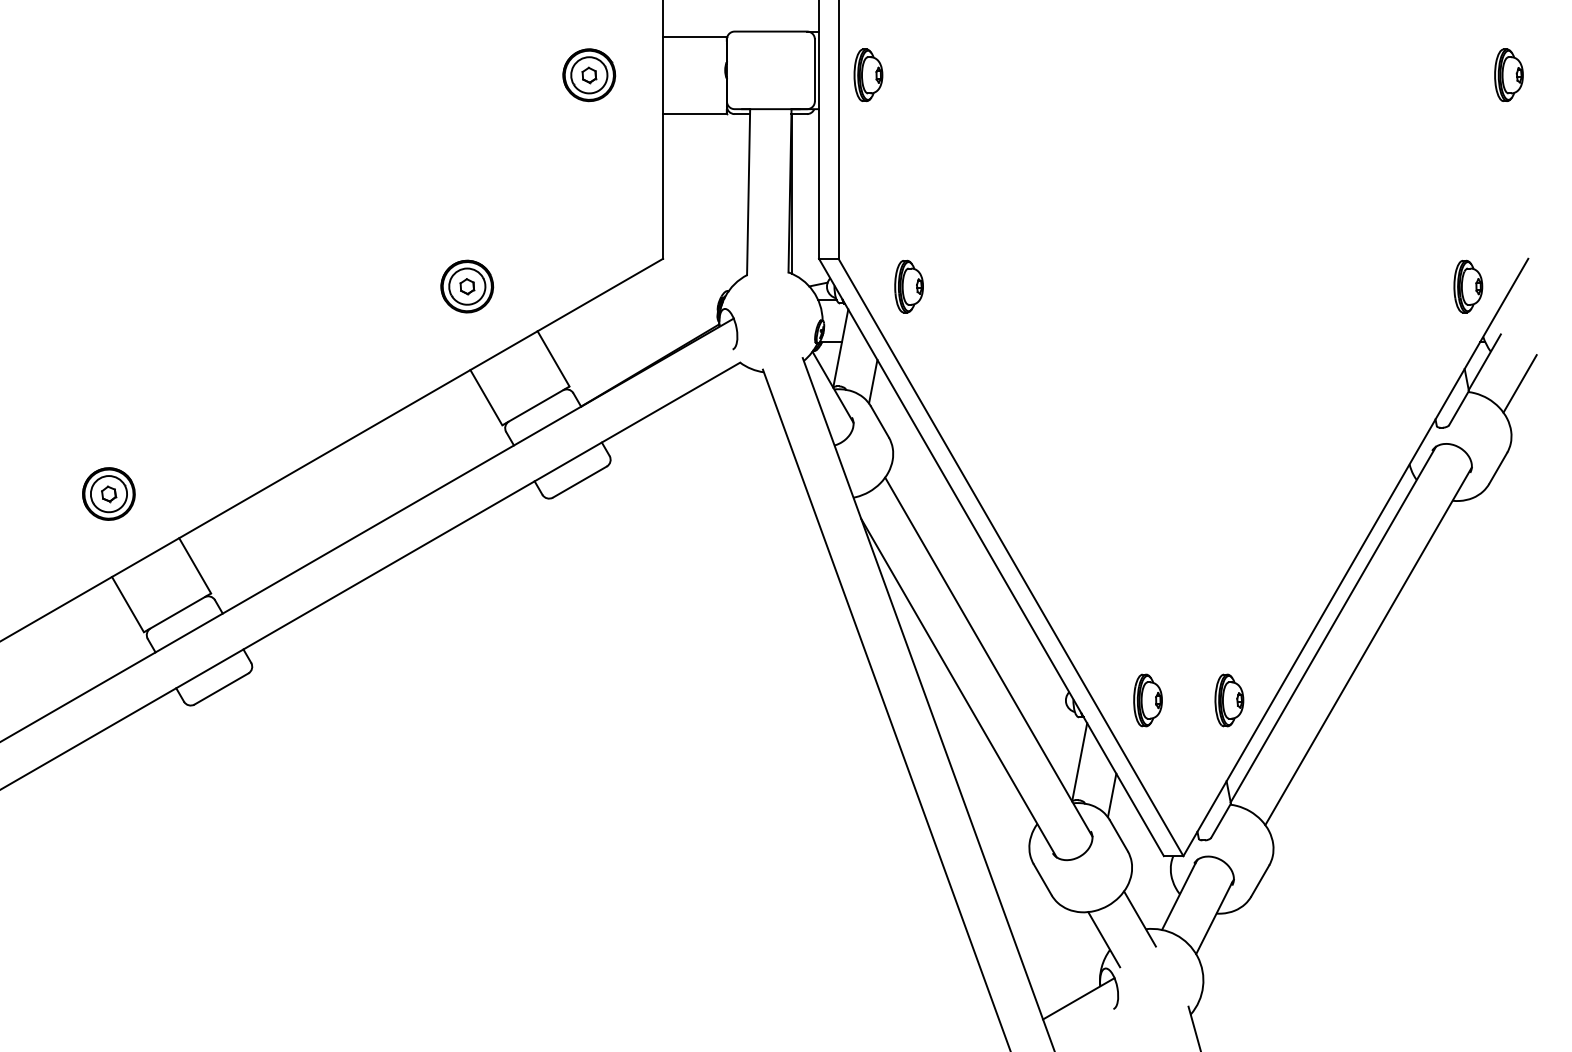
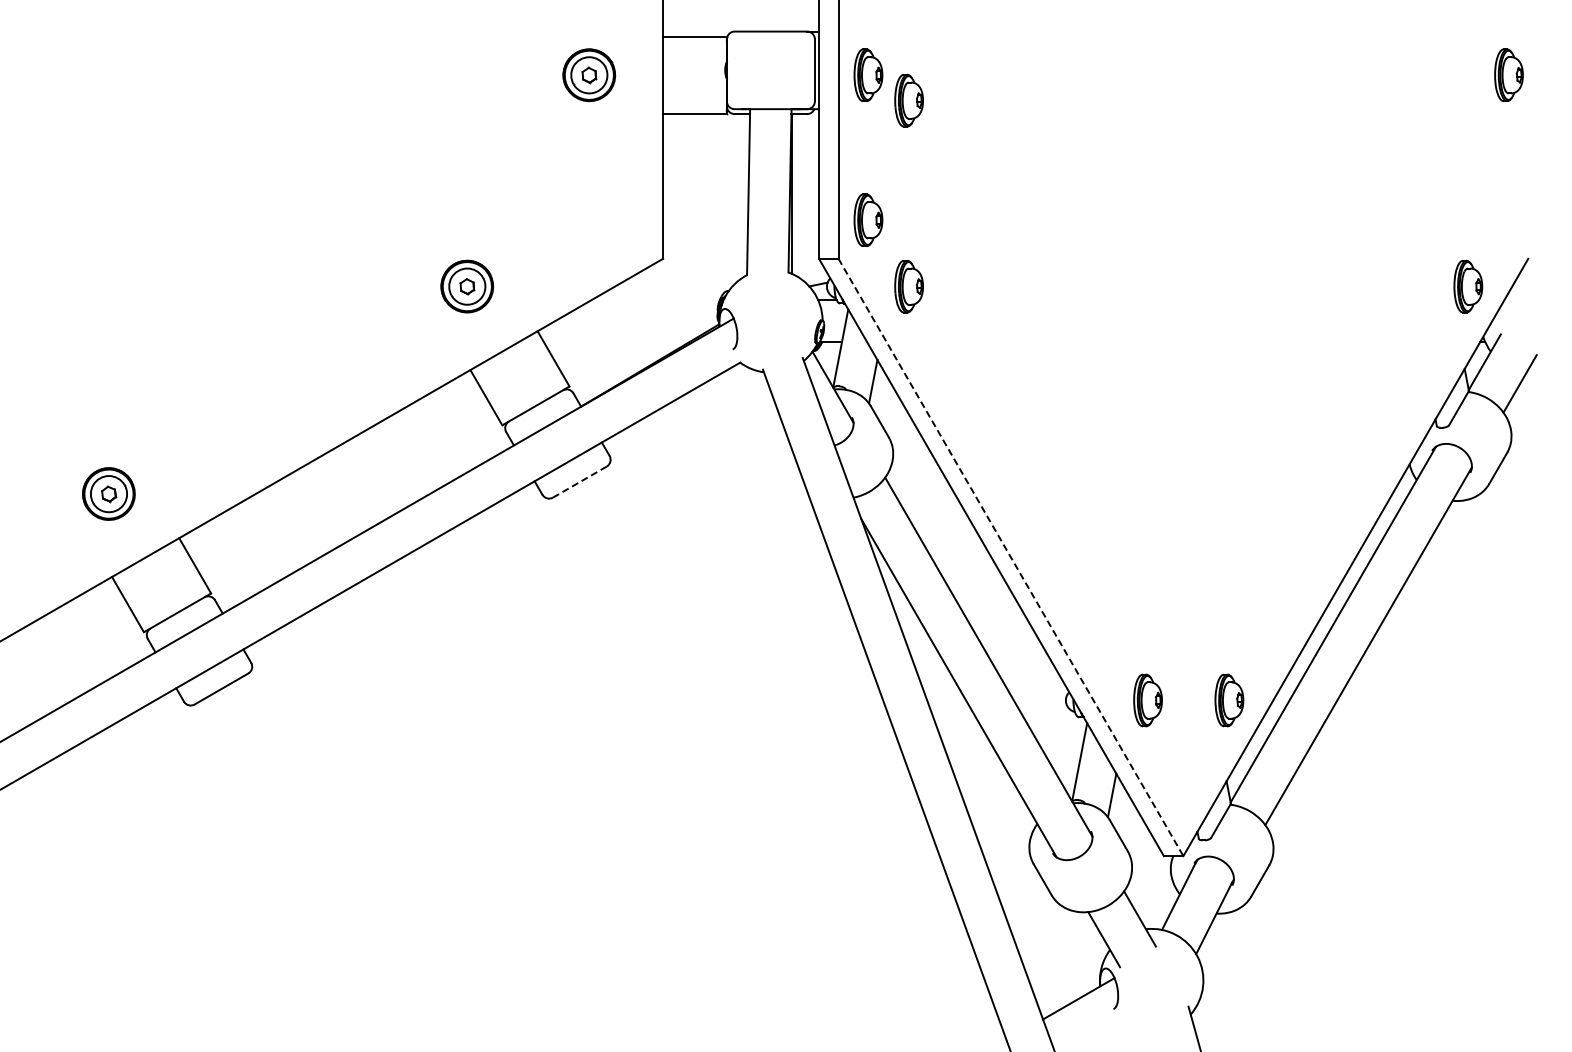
part at (908, 100): none -> present
part at (868, 220): none -> present
line at (580, 481): solid -> dashed
line at (1010, 557): solid -> dashed
